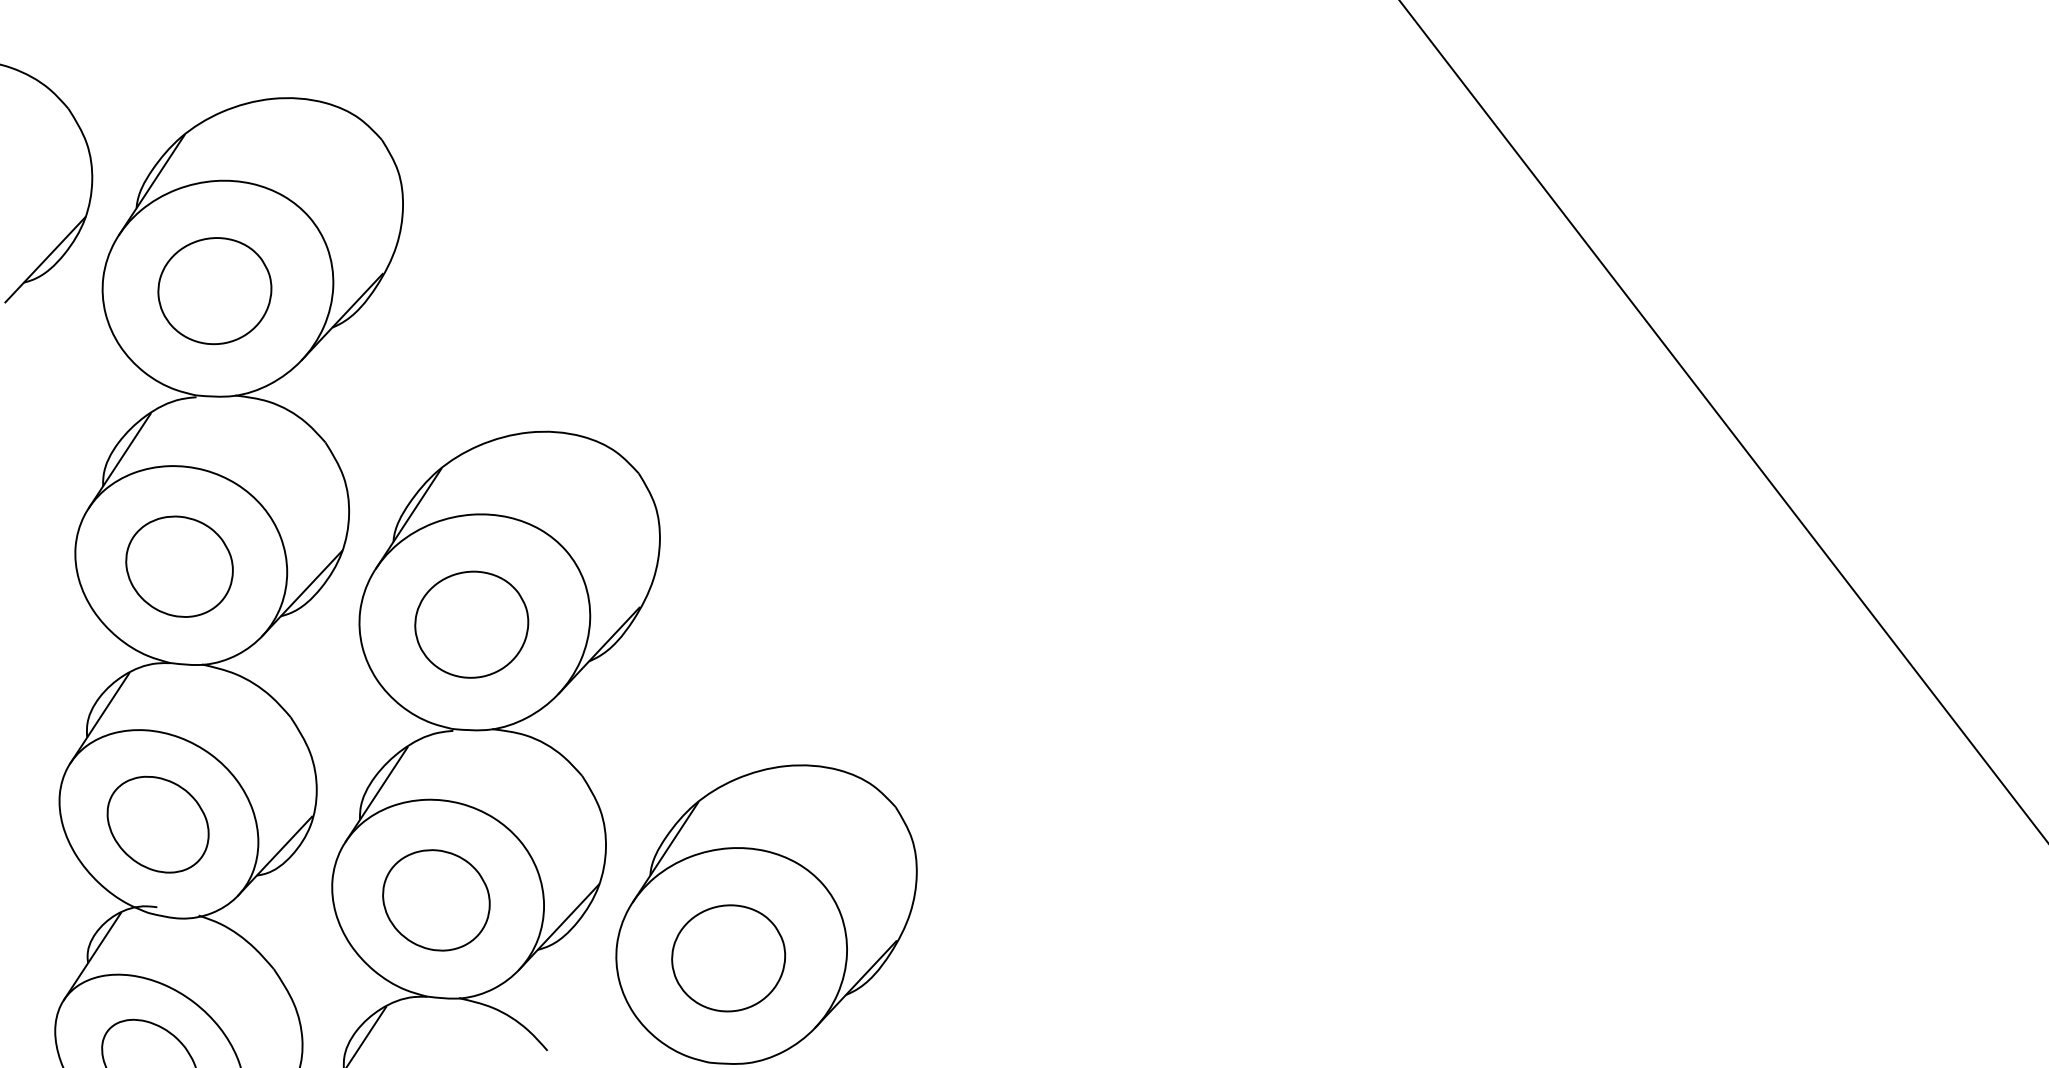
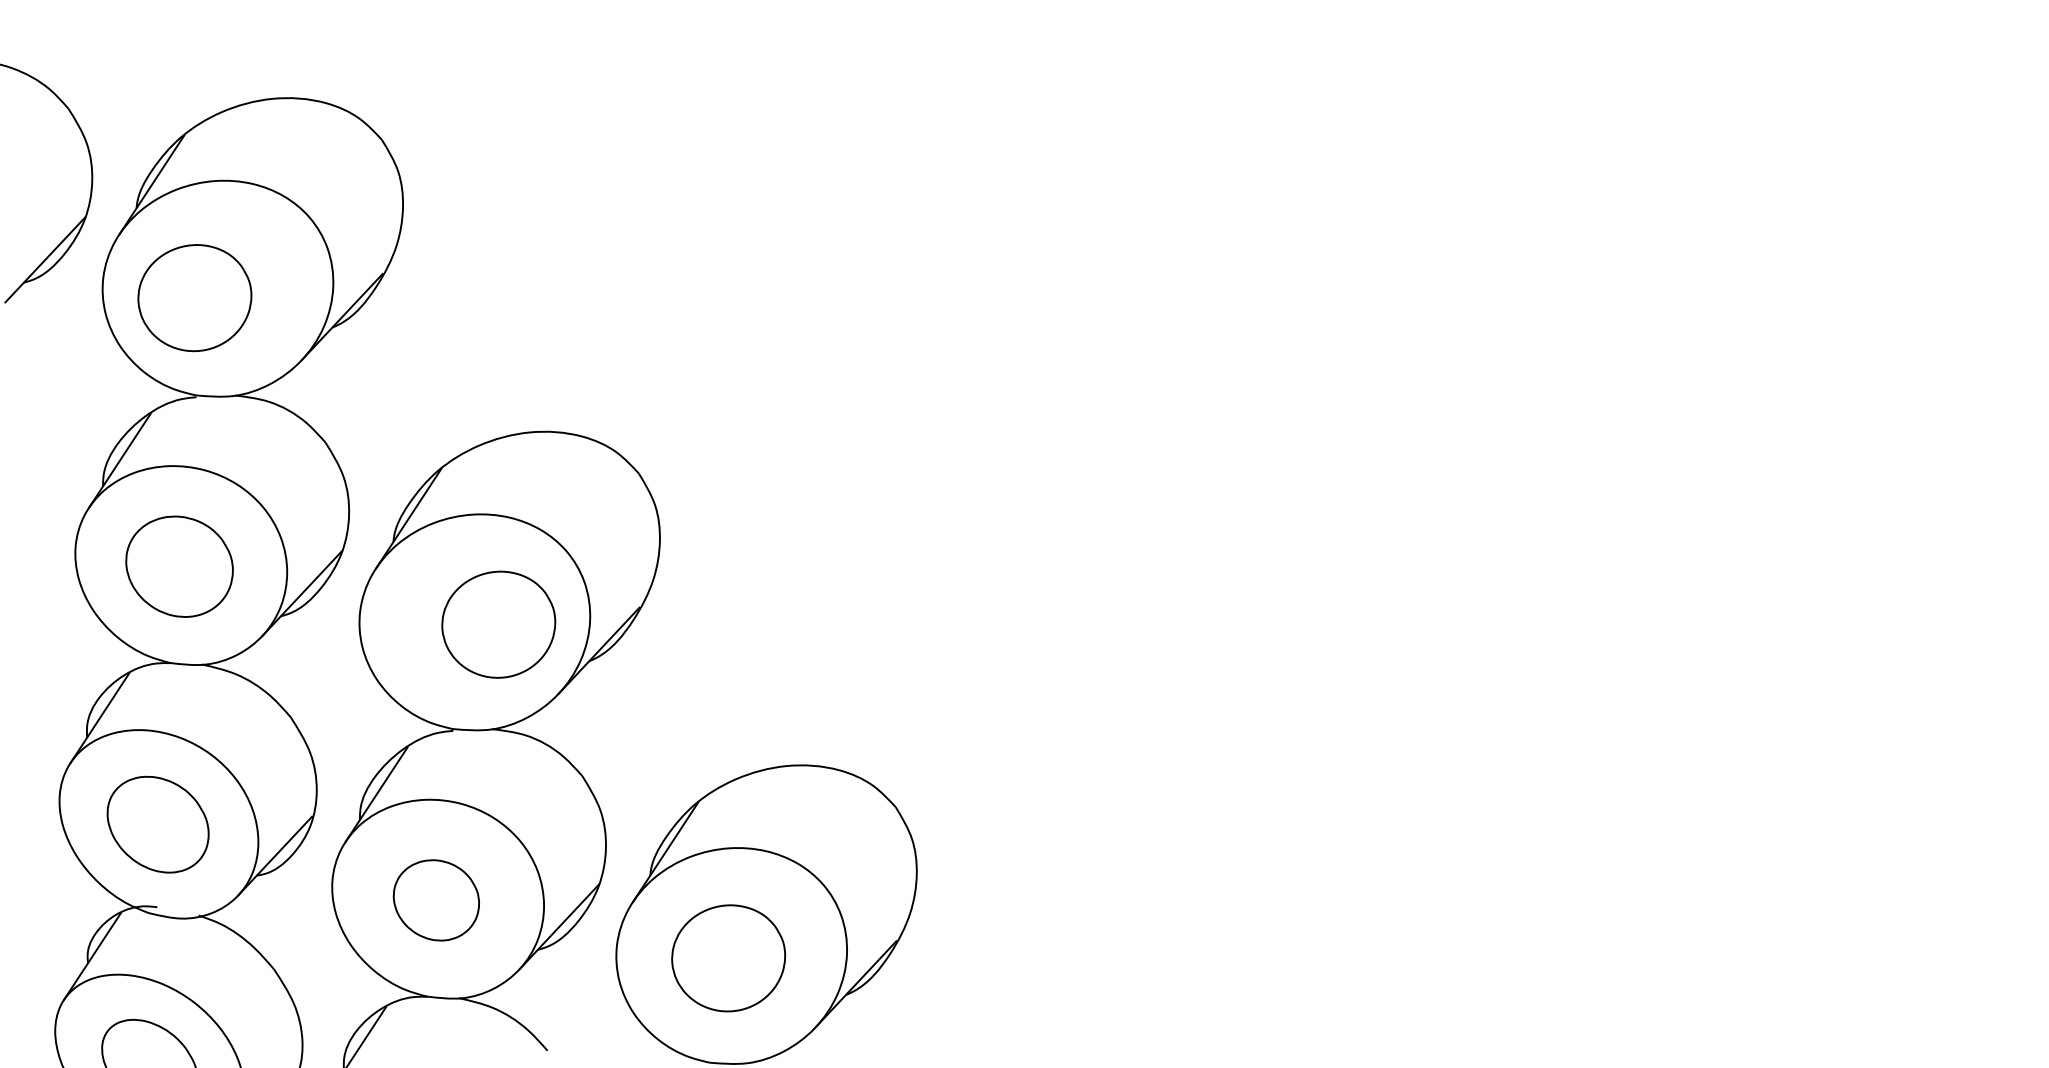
part at (214, 291) position: (214, 291) -> (194, 298)
line at (1722, 420): present -> none
part at (471, 624) position: (471, 624) -> (498, 624)
part at (436, 900) size: 109x103 px -> 88x83 px
